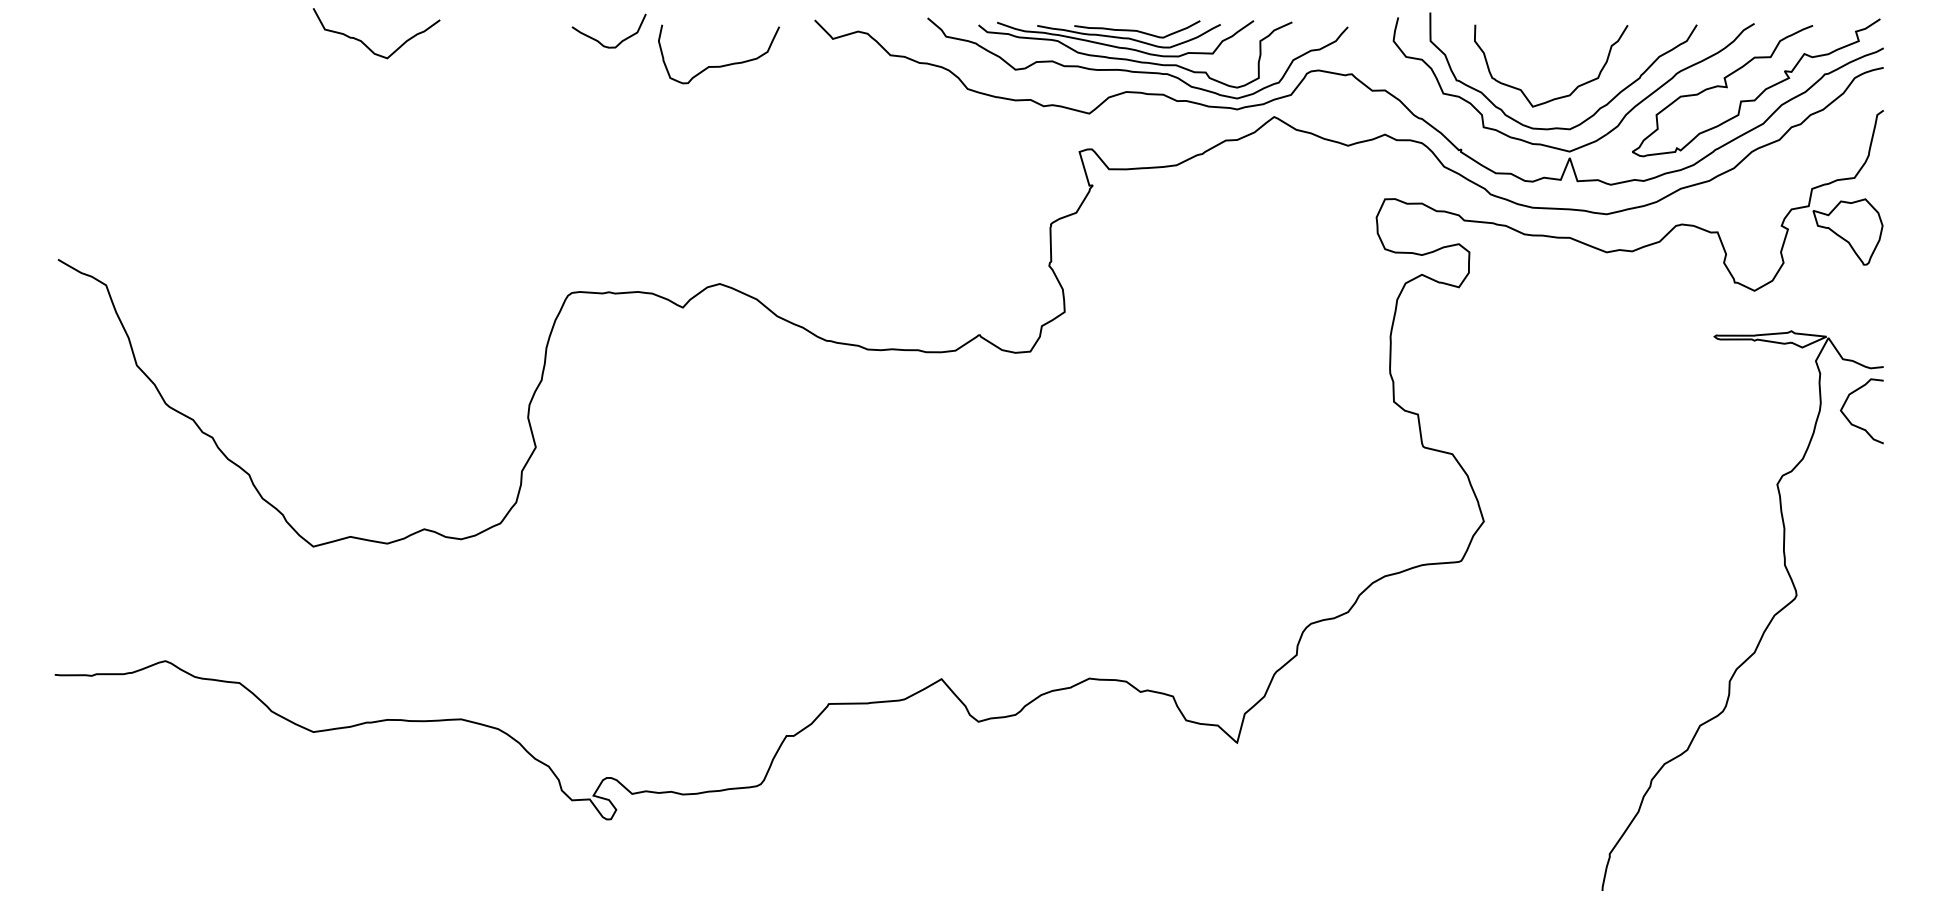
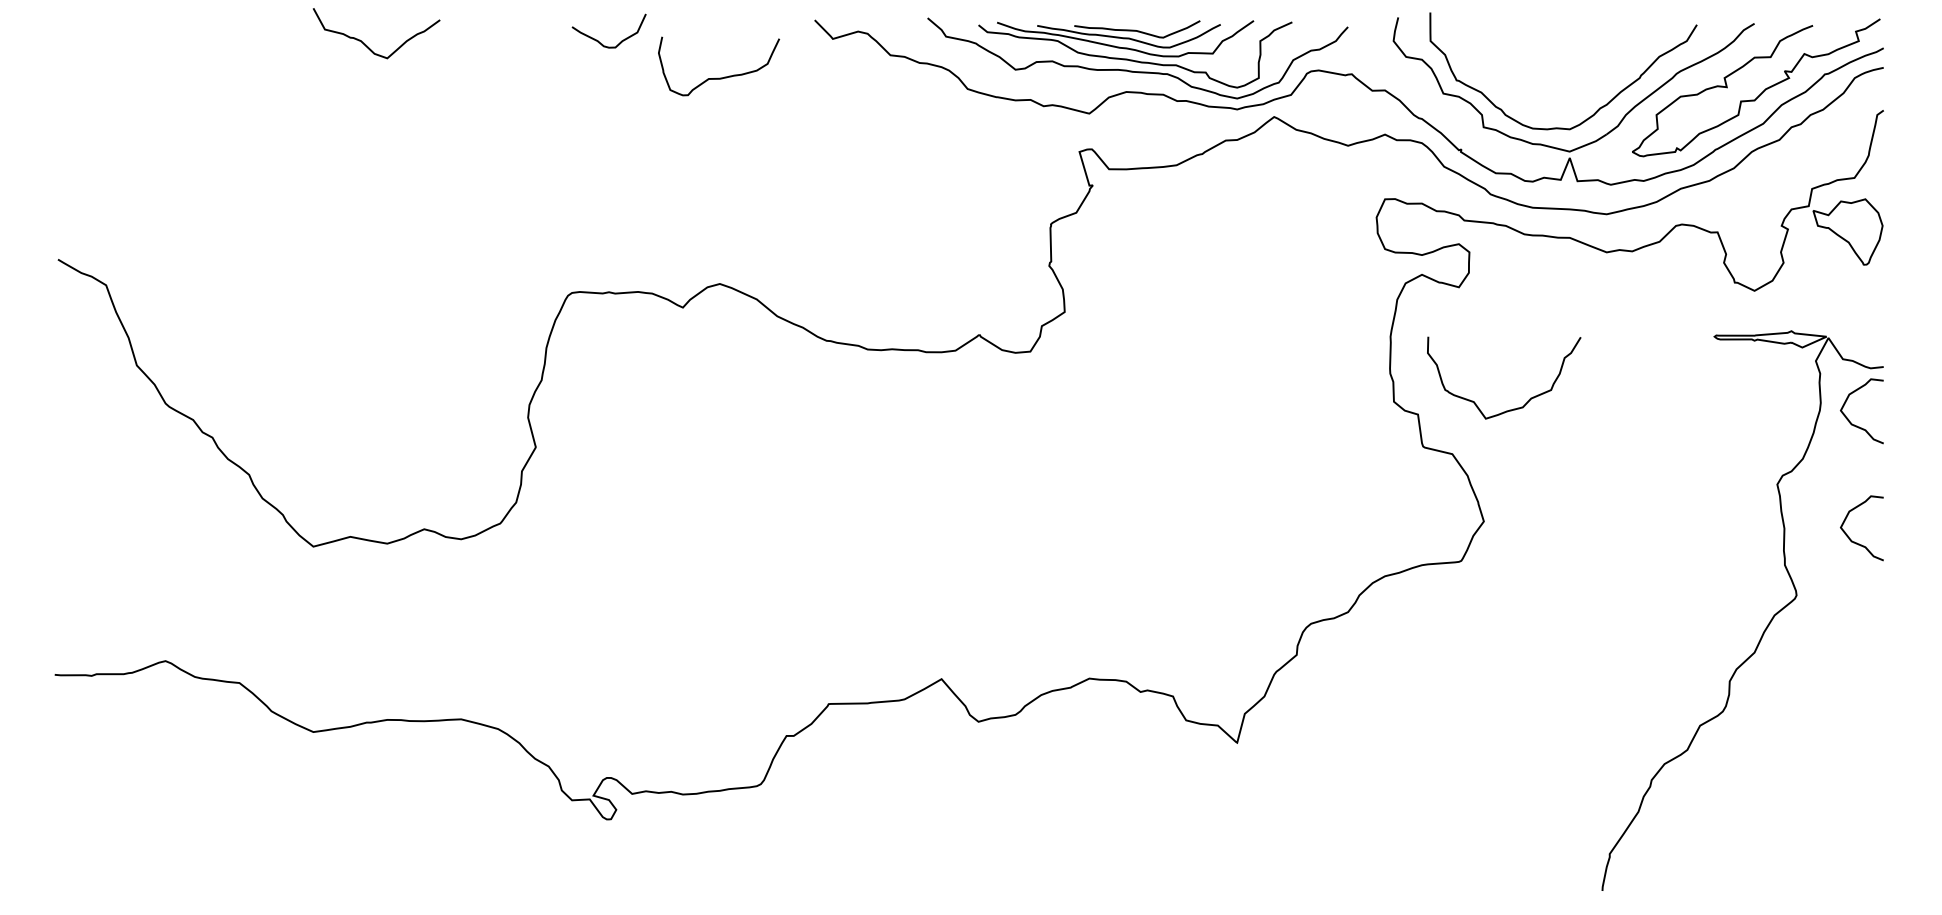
curve at (719, 65) position: (719, 65) -> (719, 77)
curve at (1560, 96) position: (1560, 96) -> (1513, 408)
curve at (1857, 542): none -> present
